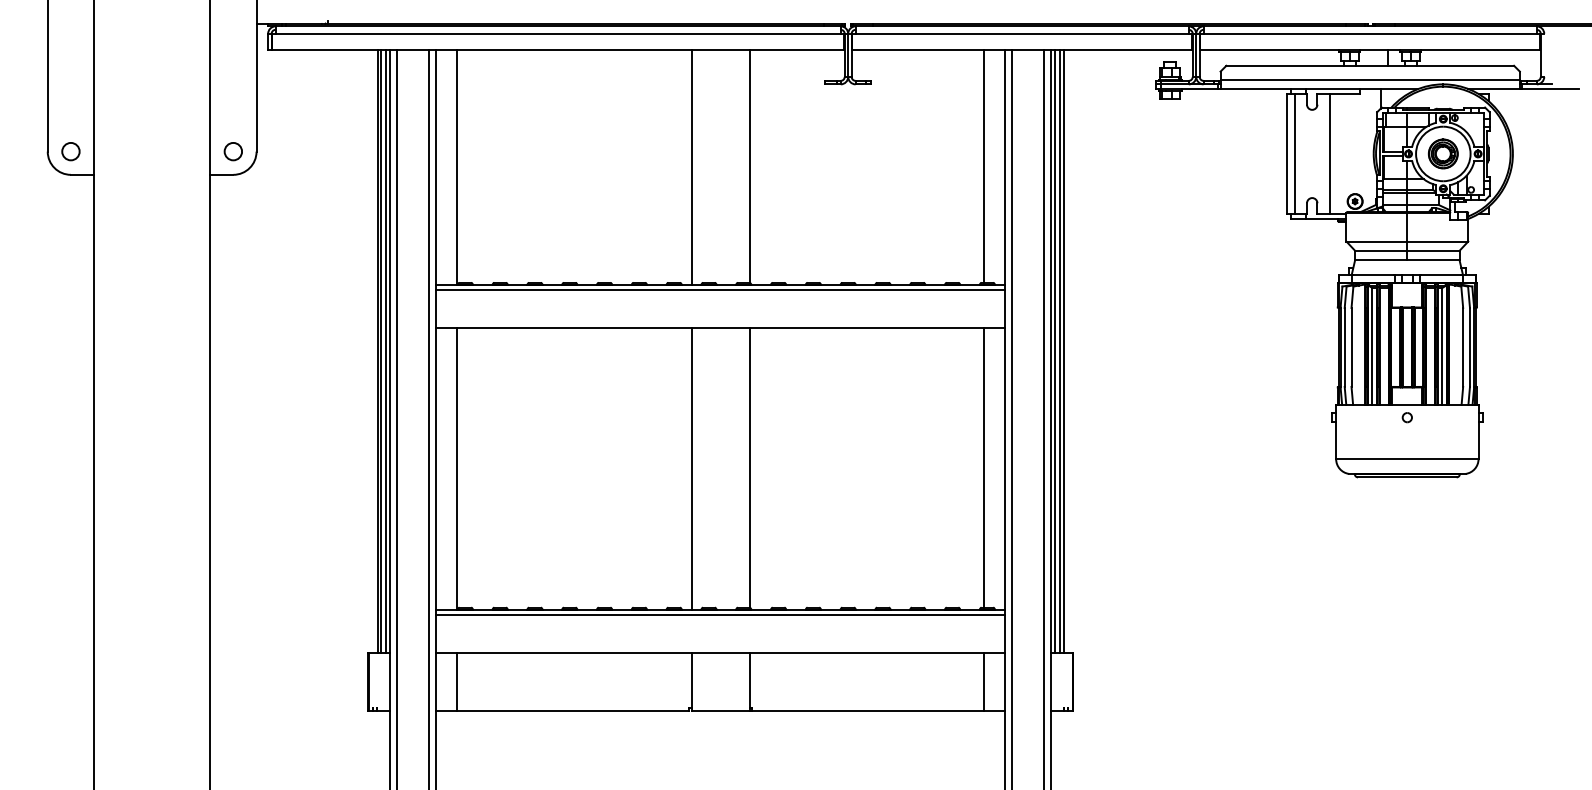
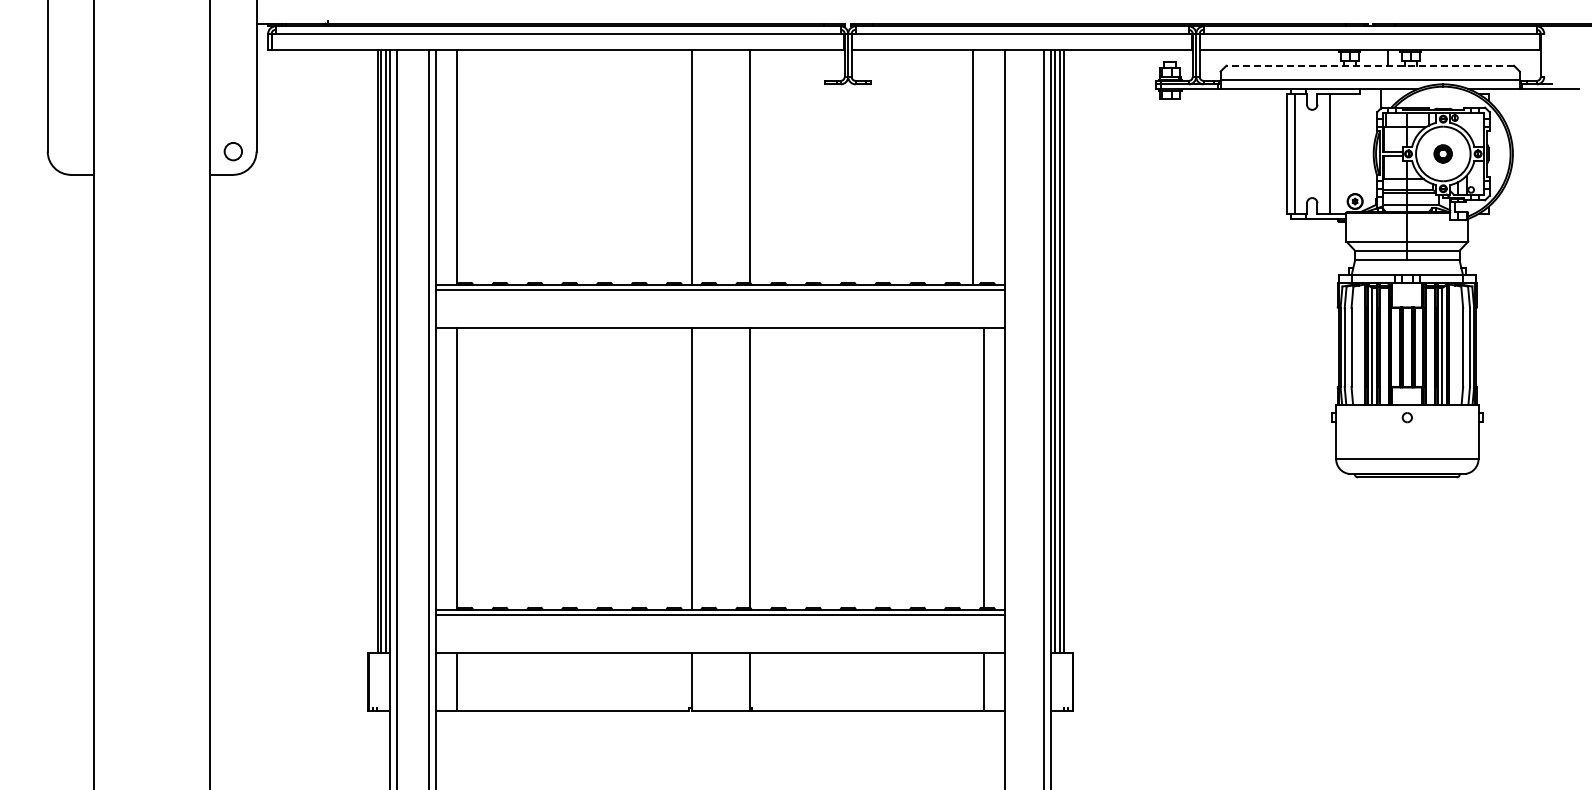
line at (1370, 65): solid -> dashed
circle at (70, 151): present -> none
part at (1442, 153) size: 32x32 px -> 20x20 px
line at (984, 165) position: (984, 165) -> (973, 165)
line at (1011, 417): present -> none
